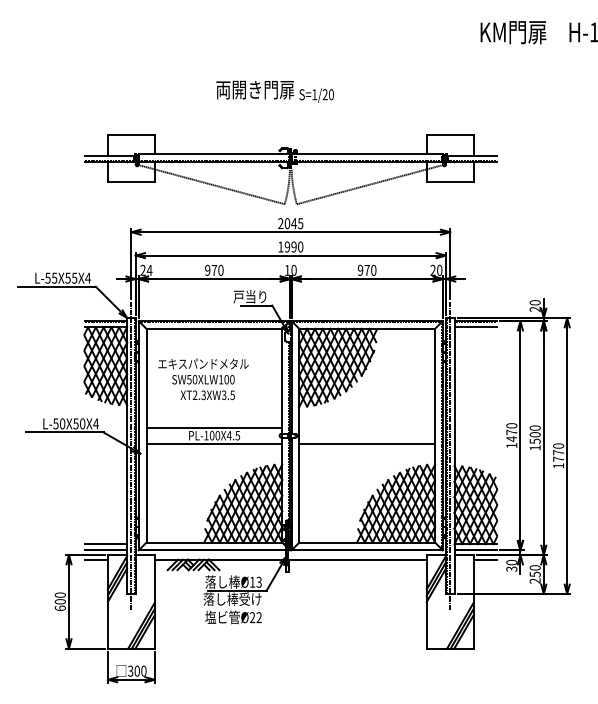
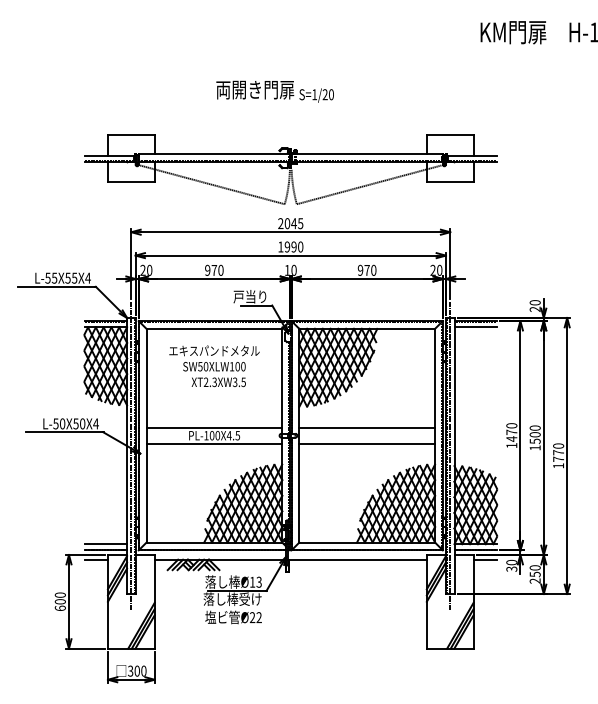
text at (149, 269): 24 -> 20
text at (203, 379) position: (203, 379) -> (214, 366)
line at (367, 427): none -> present
